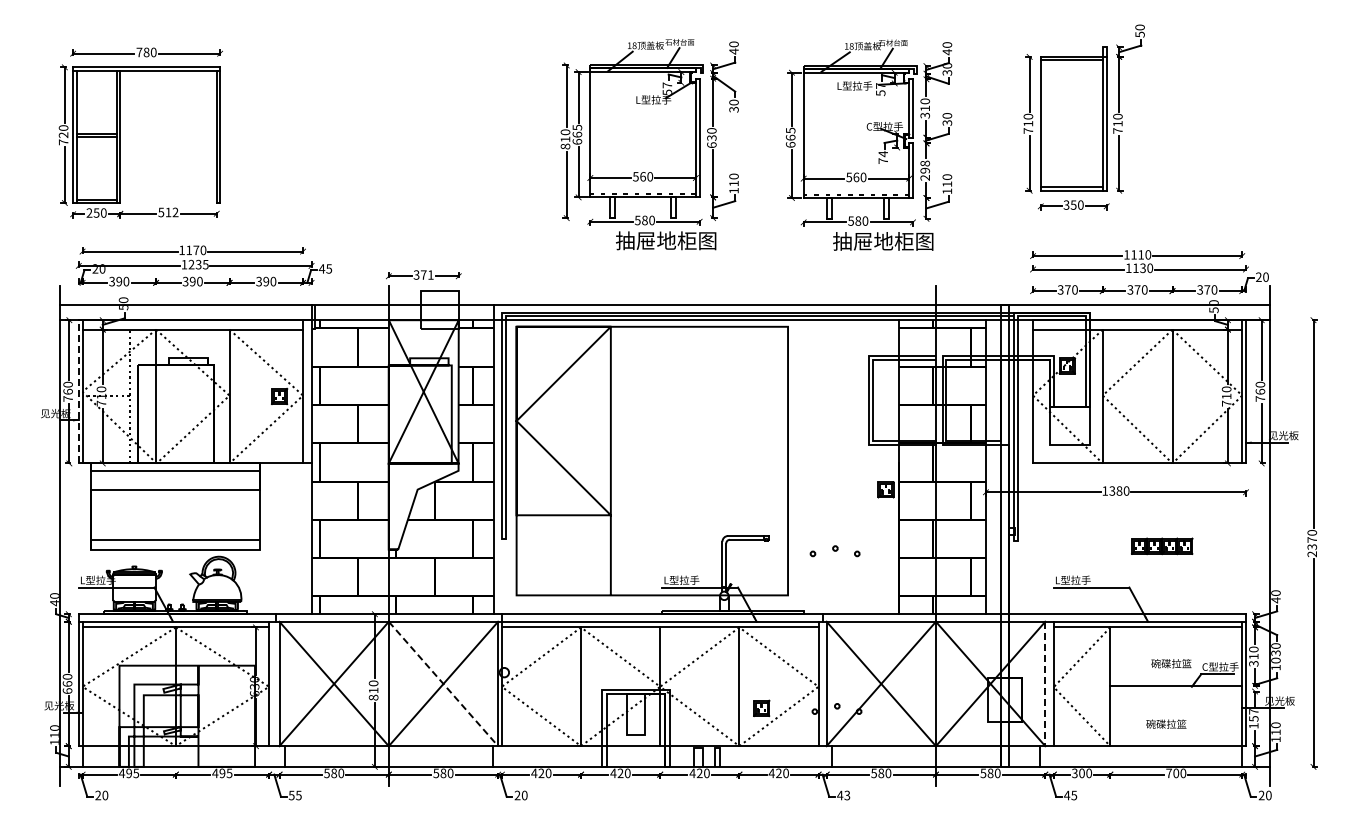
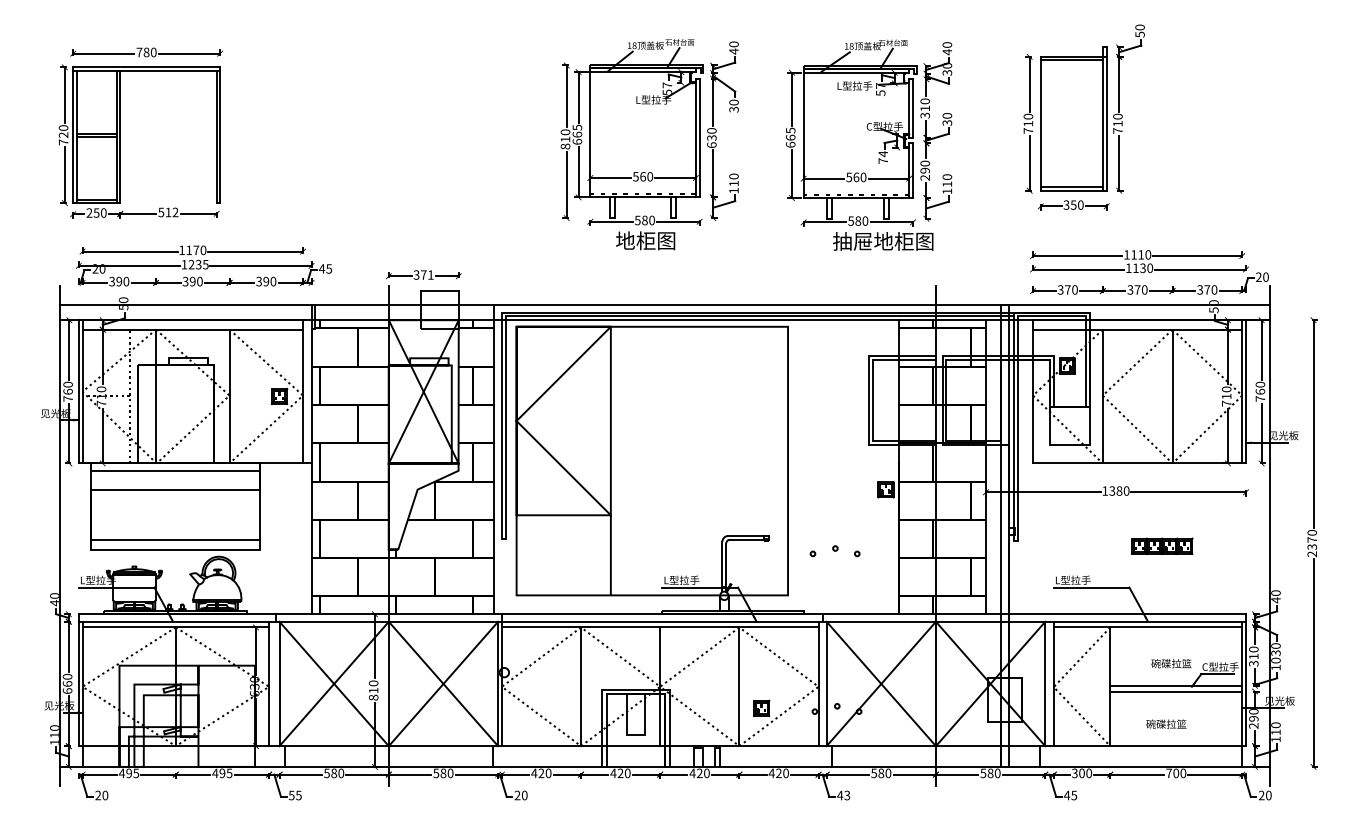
text at (925, 163): 298 -> 290
text at (666, 240): 抽屉地柜图 -> 地柜图
line at (78, 391): dashed -> solid
line at (443, 683): dashed -> solid
line at (1045, 684): dashed -> solid
line at (1176, 691): none -> present
text at (1253, 718): 157 -> 290
